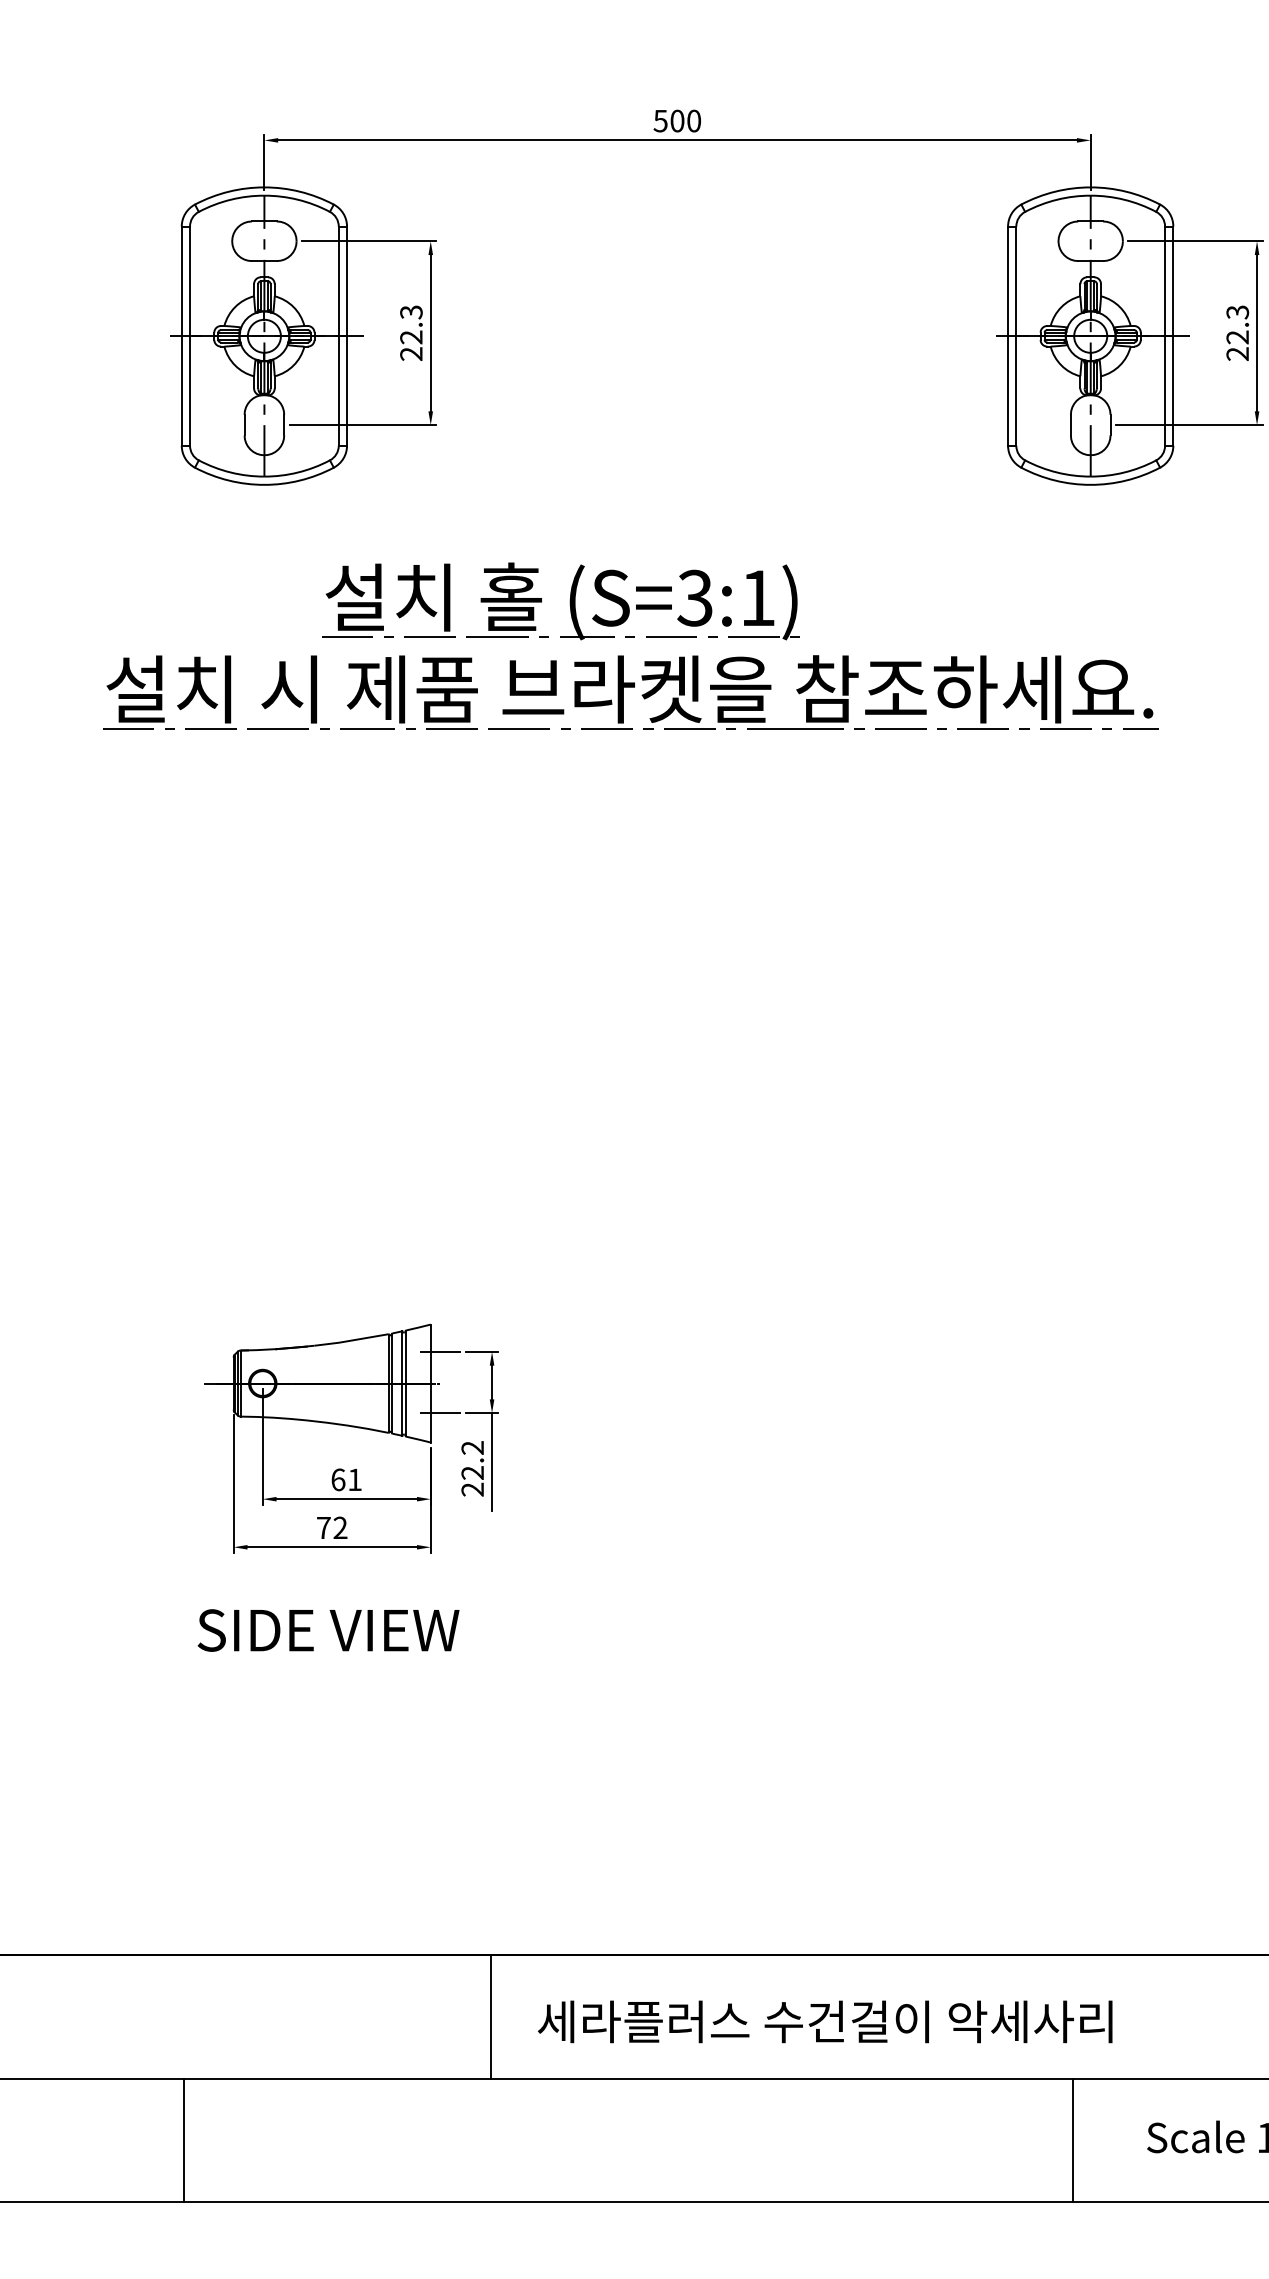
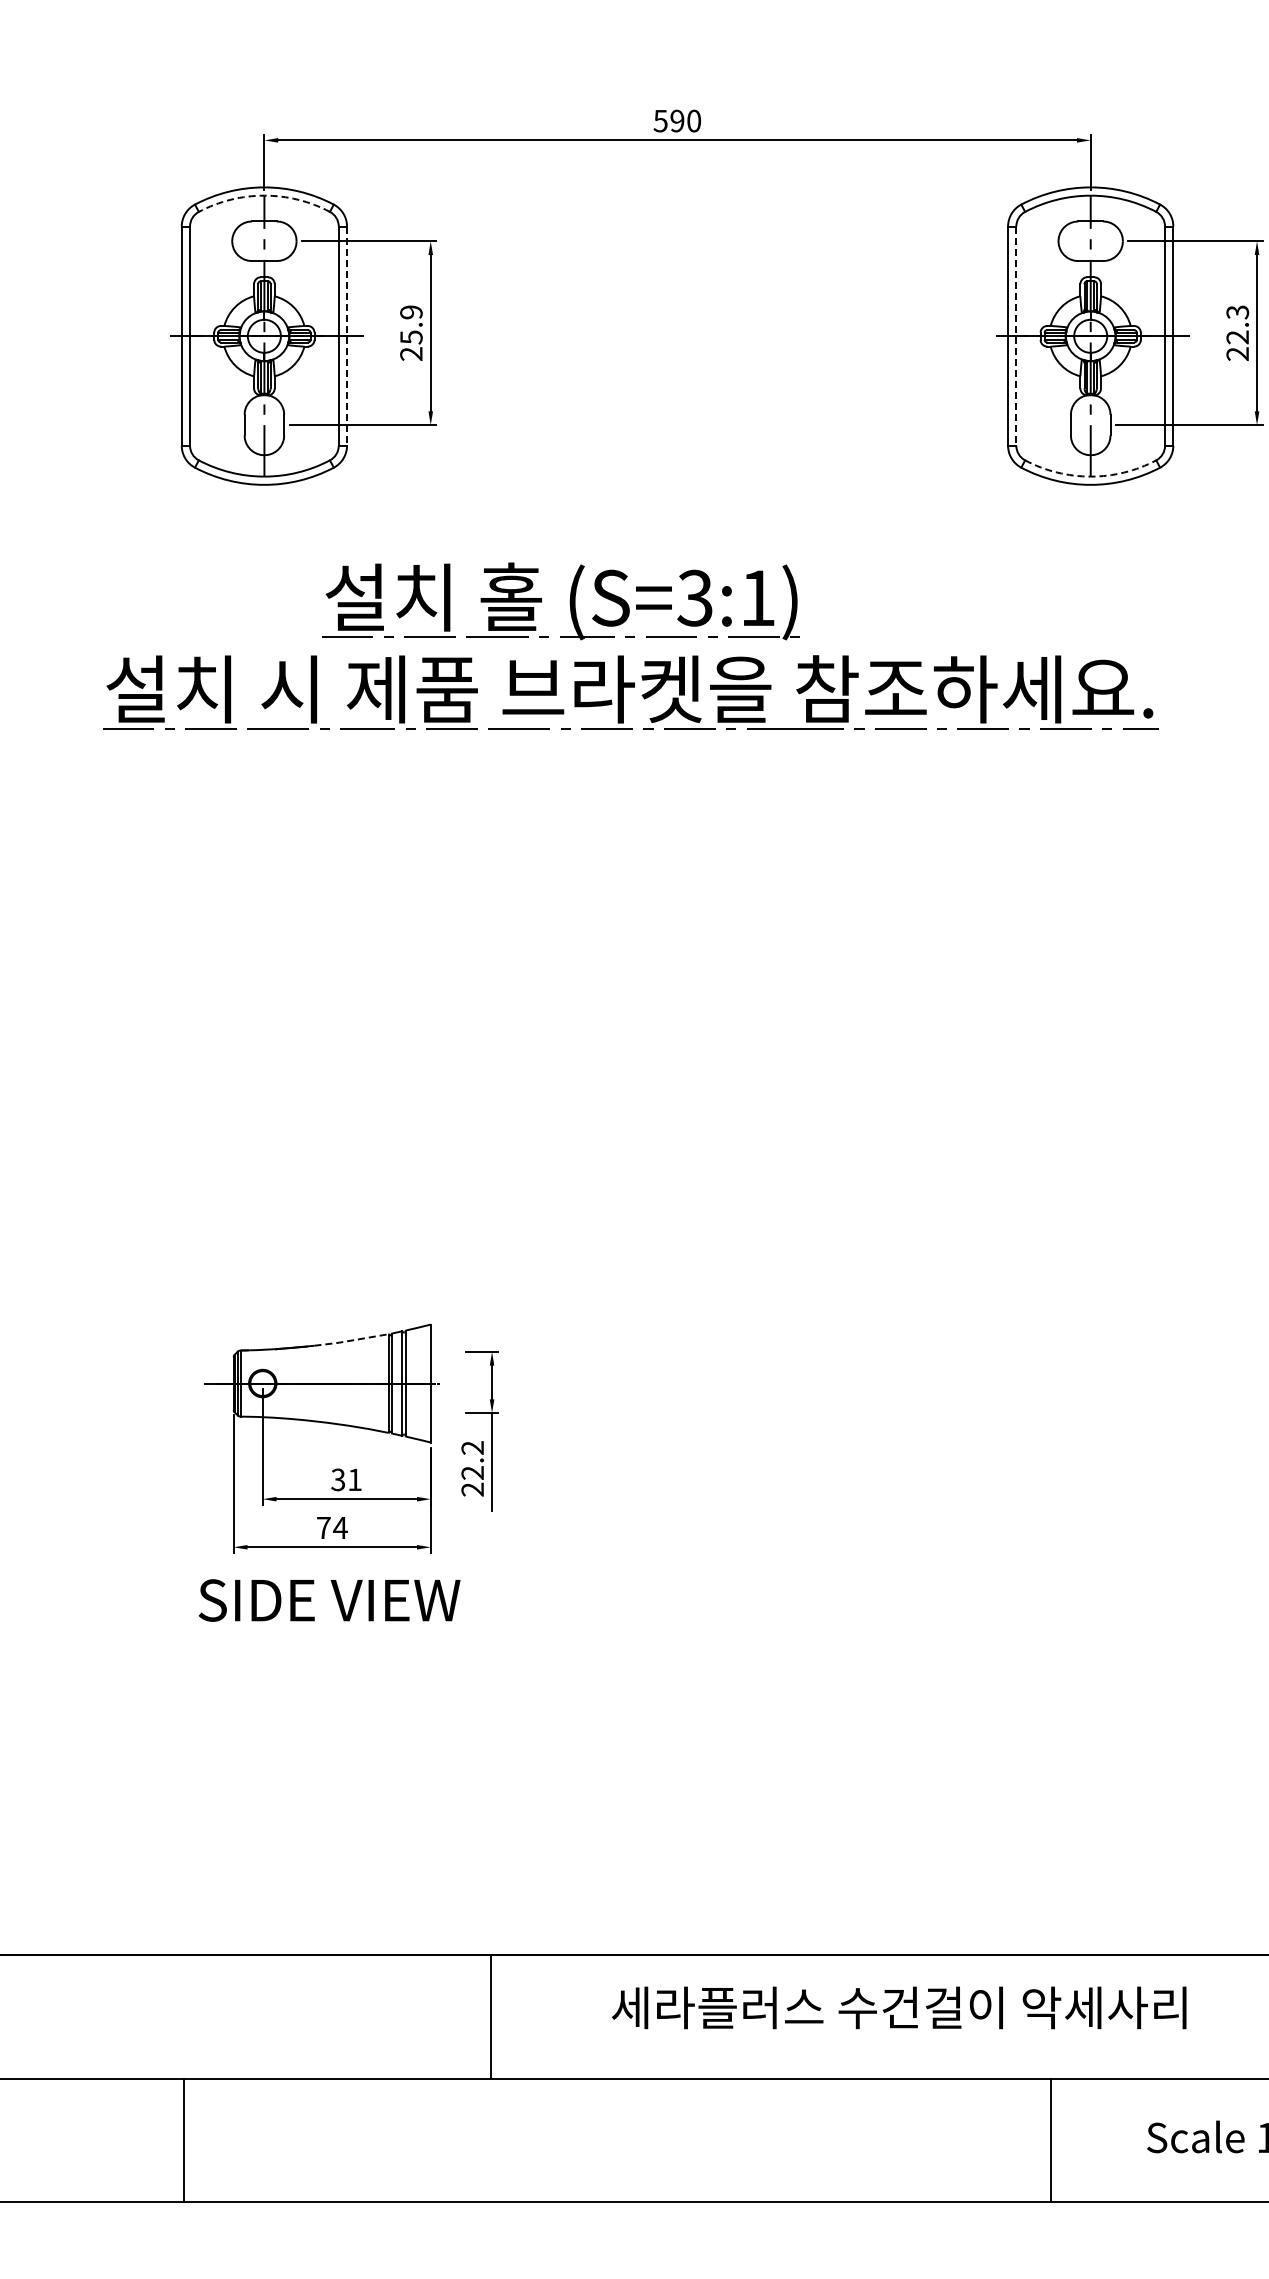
text at (677, 120): 500 -> 590
arc at (264, 195): solid -> dashed
text at (411, 324): 22.3 -> 25.9
line at (347, 336): solid -> dashed
line at (1016, 336): solid -> dashed
arc at (1090, 476): solid -> dashed
line at (350, 1340): solid -> dashed
line at (439, 1351): present -> none
line at (439, 1413): present -> none
text at (338, 1479): 61 -> 31
text at (339, 1527): 72 -> 74
text at (328, 1630) position: (328, 1630) -> (329, 1600)
text at (825, 2021) position: (825, 2021) -> (899, 2007)
line at (1072, 2140) position: (1072, 2140) -> (1050, 2140)
